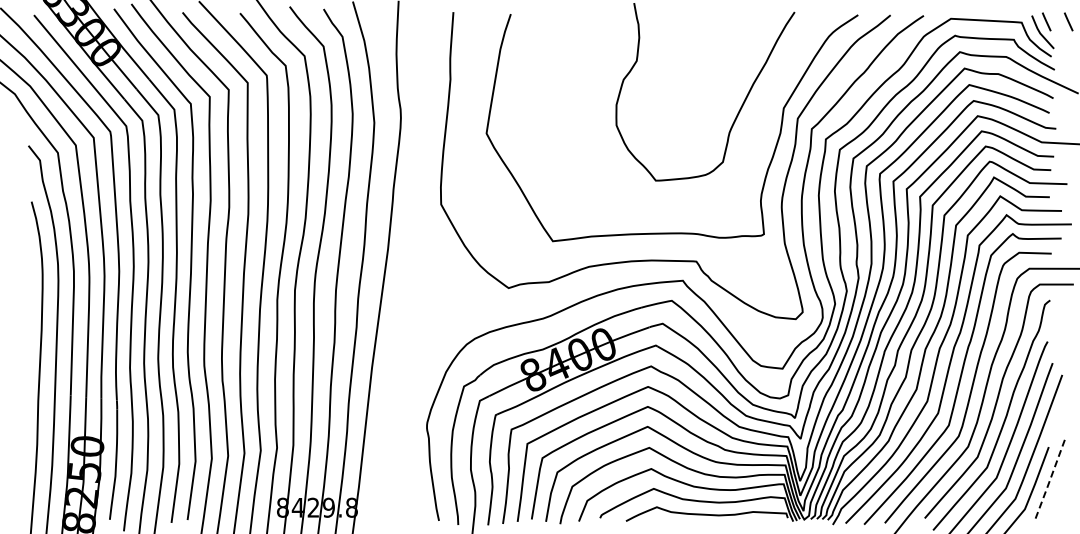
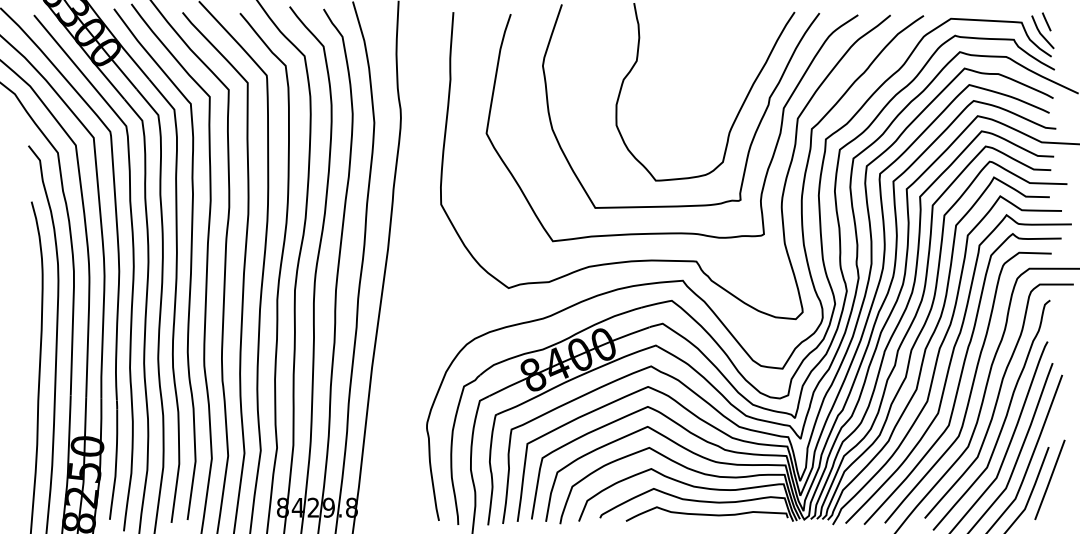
line at (1068, 21): present -> none
curve at (752, 137): none -> present
line at (1049, 481): dashed -> solid
